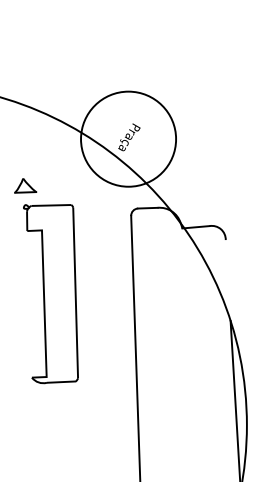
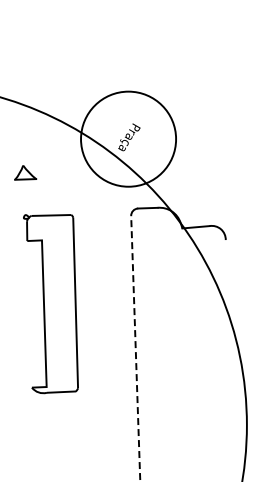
part at (25, 185) position: (25, 185) -> (25, 172)
part at (50, 294) position: (50, 294) -> (50, 304)
line at (135, 348): solid -> dashed
line at (234, 399): present -> none
